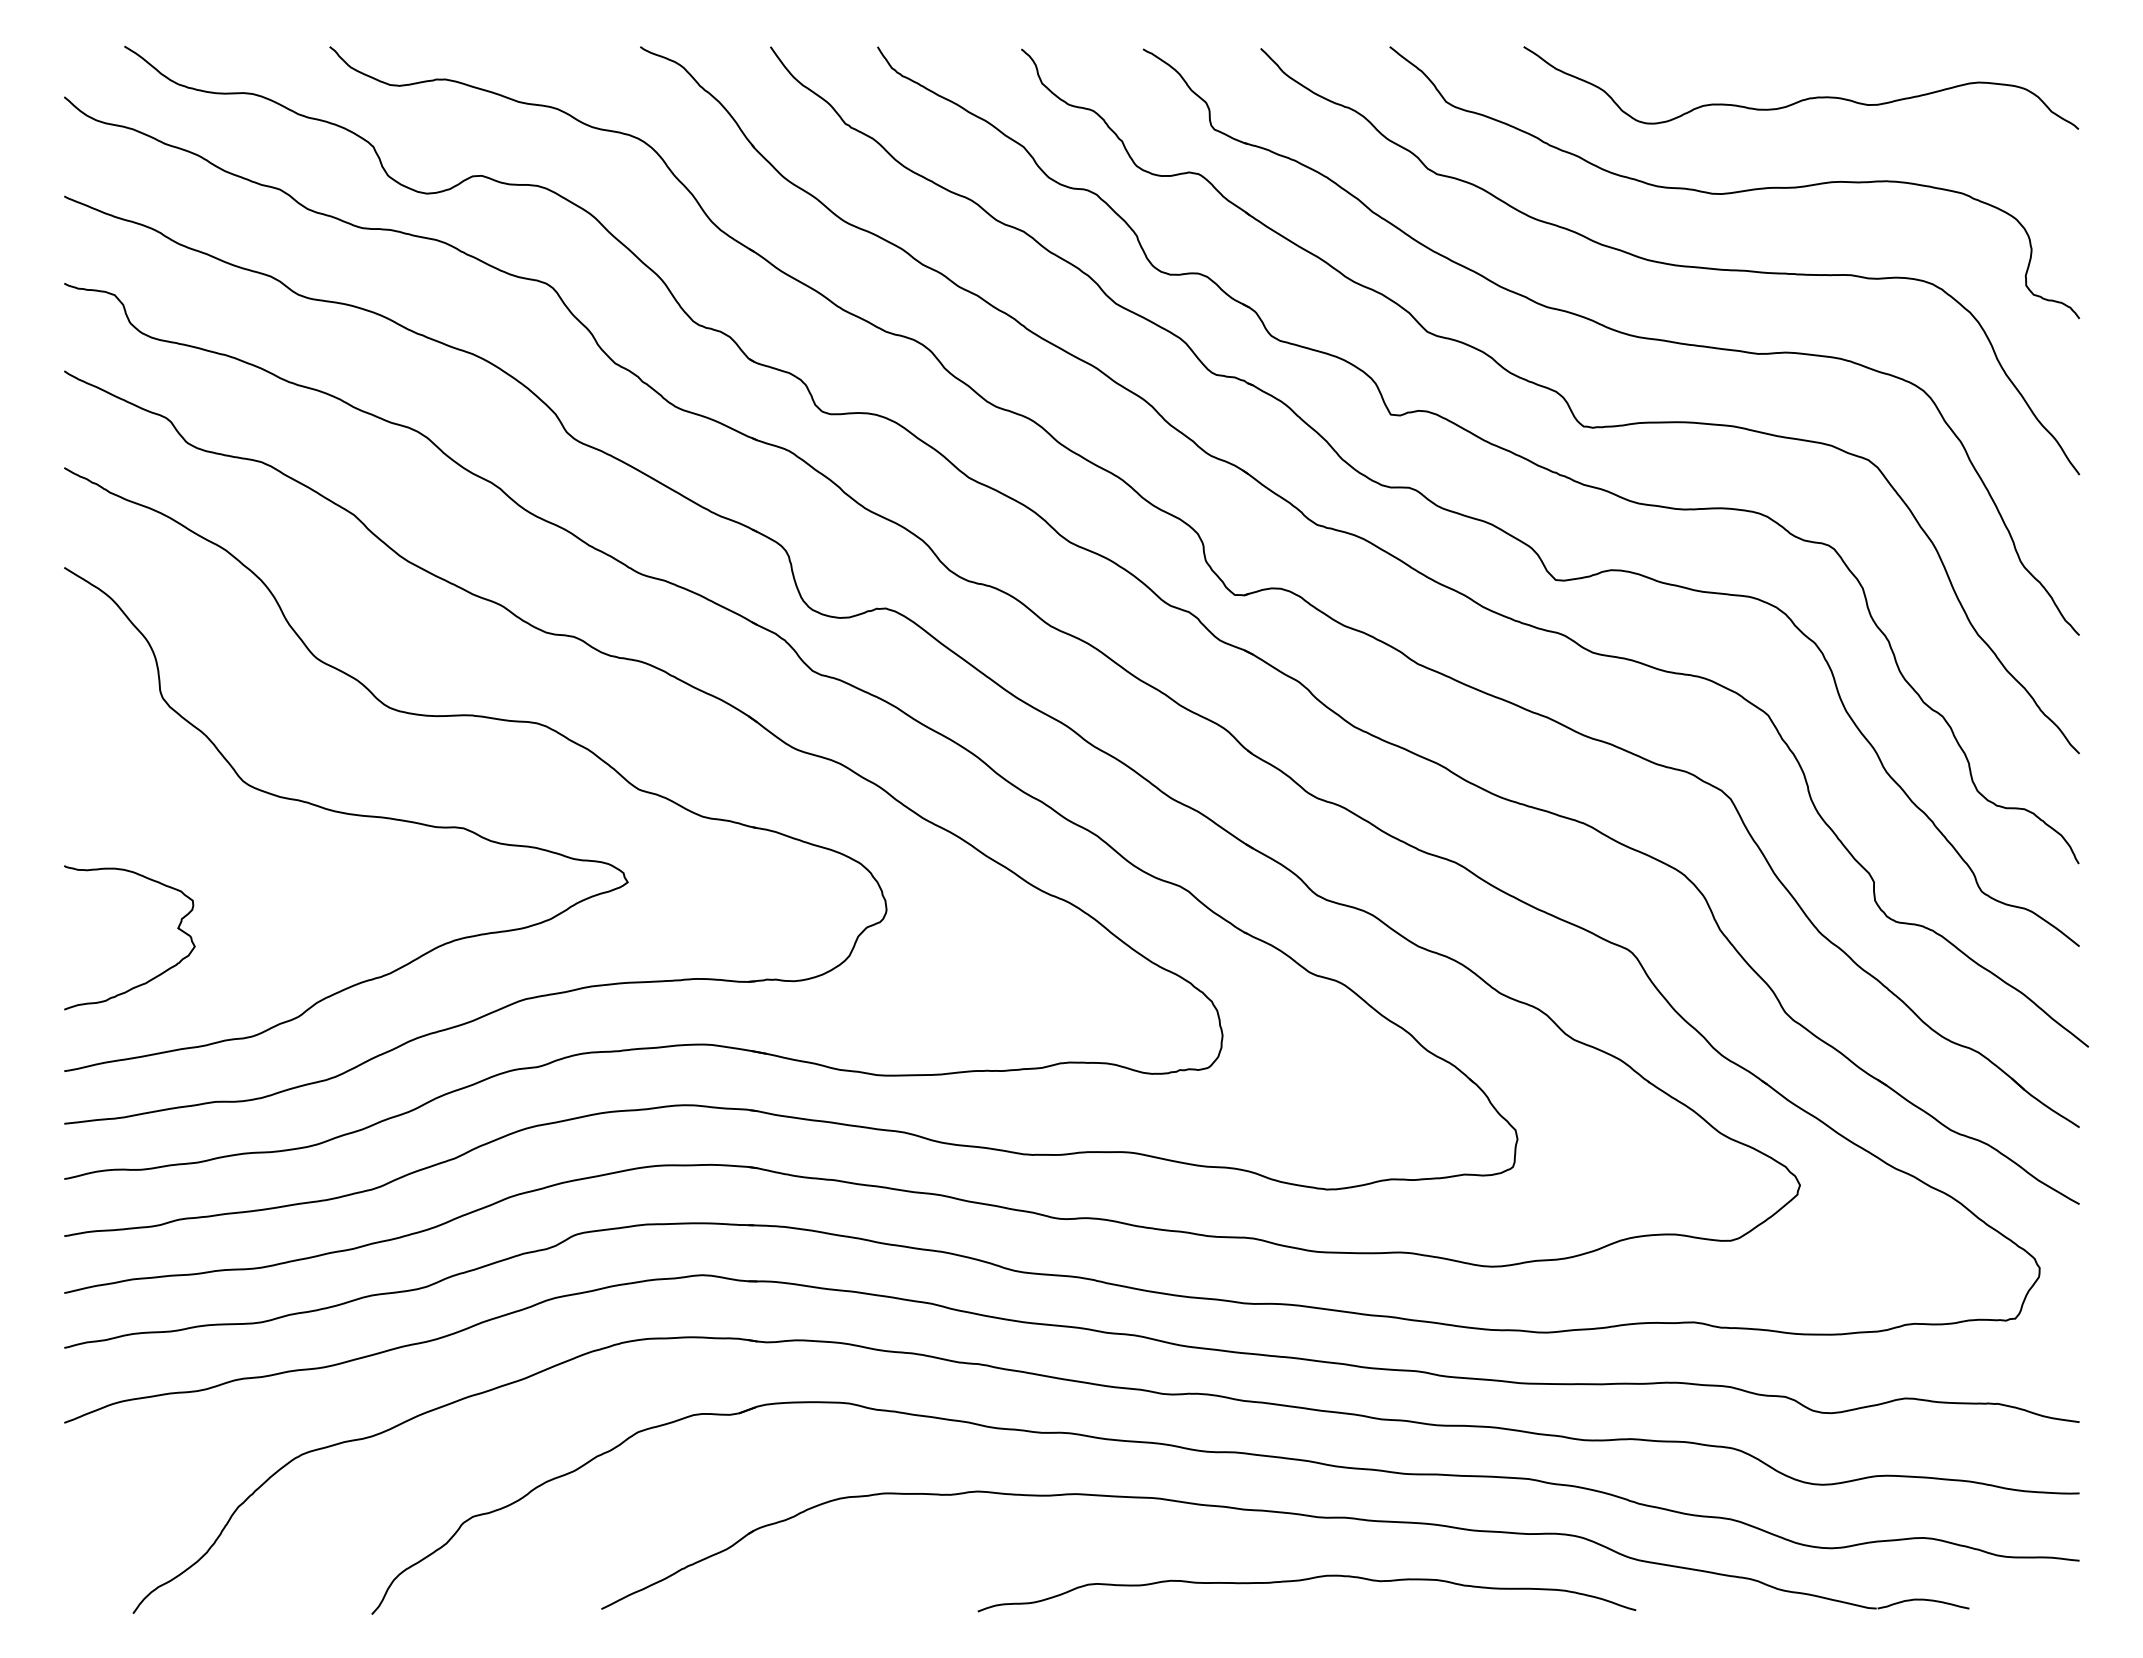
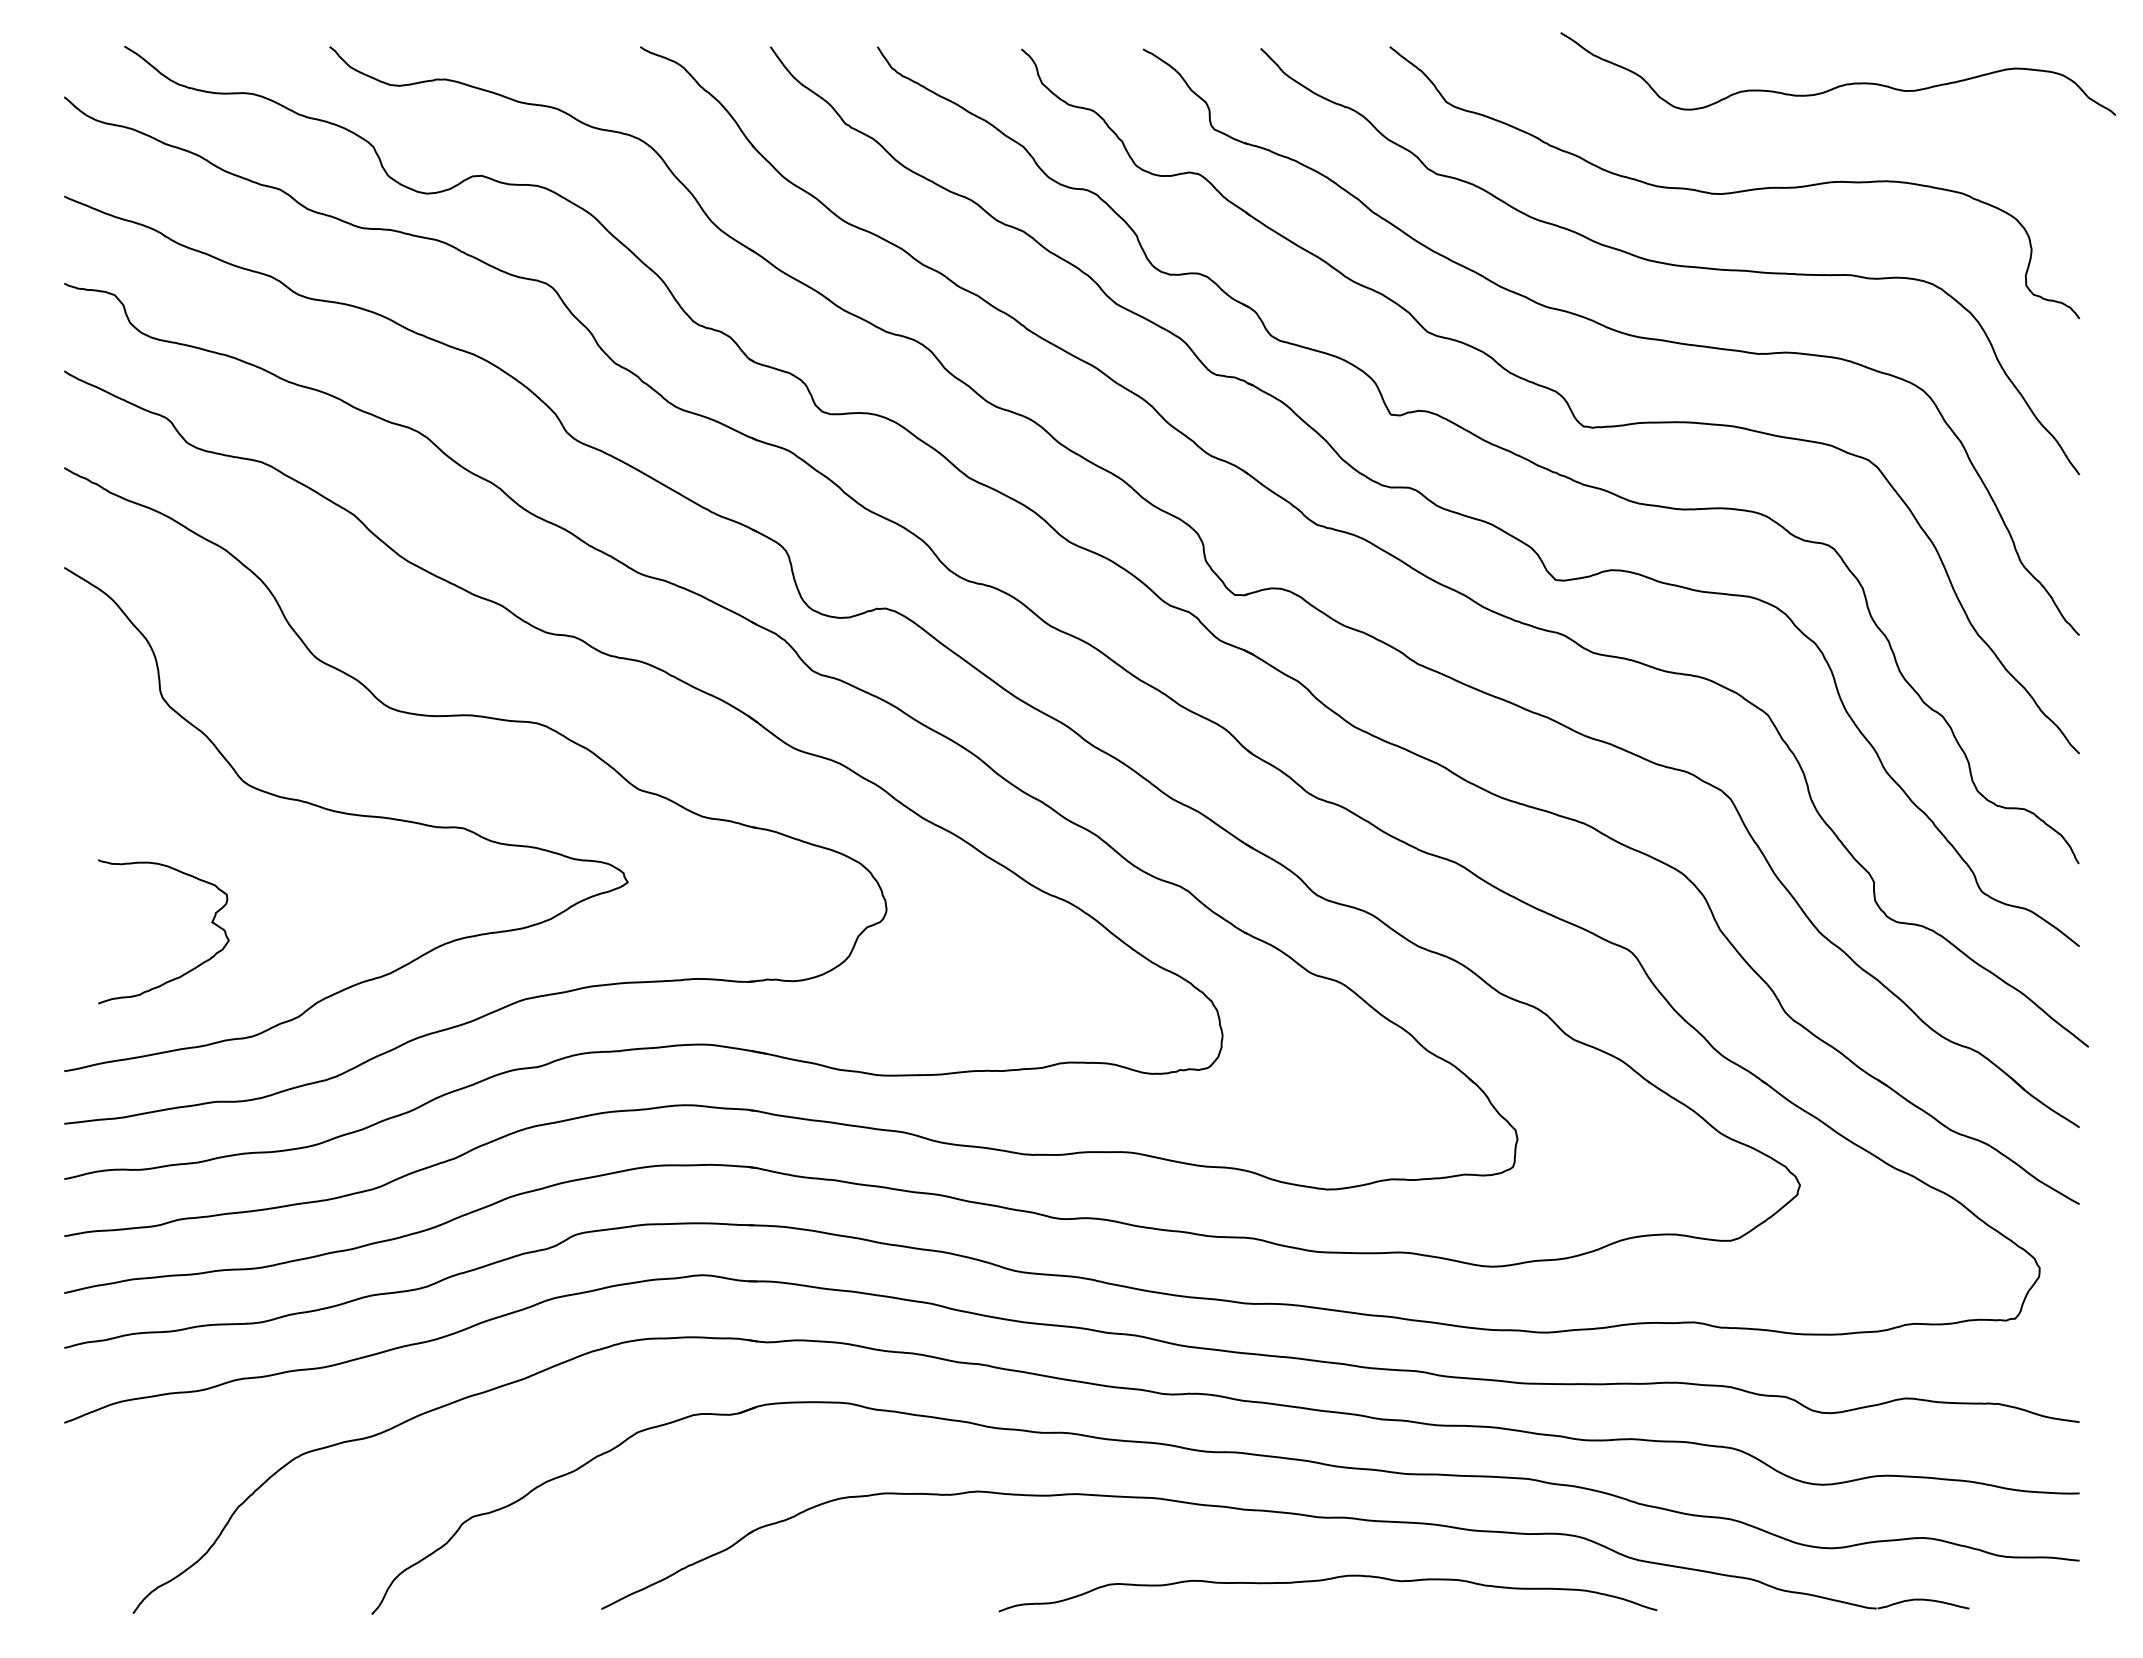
curve at (1805, 98) position: (1805, 98) -> (1842, 84)
curve at (149, 979) position: (149, 979) -> (183, 973)
curve at (1306, 1580) position: (1306, 1580) -> (1327, 1580)
